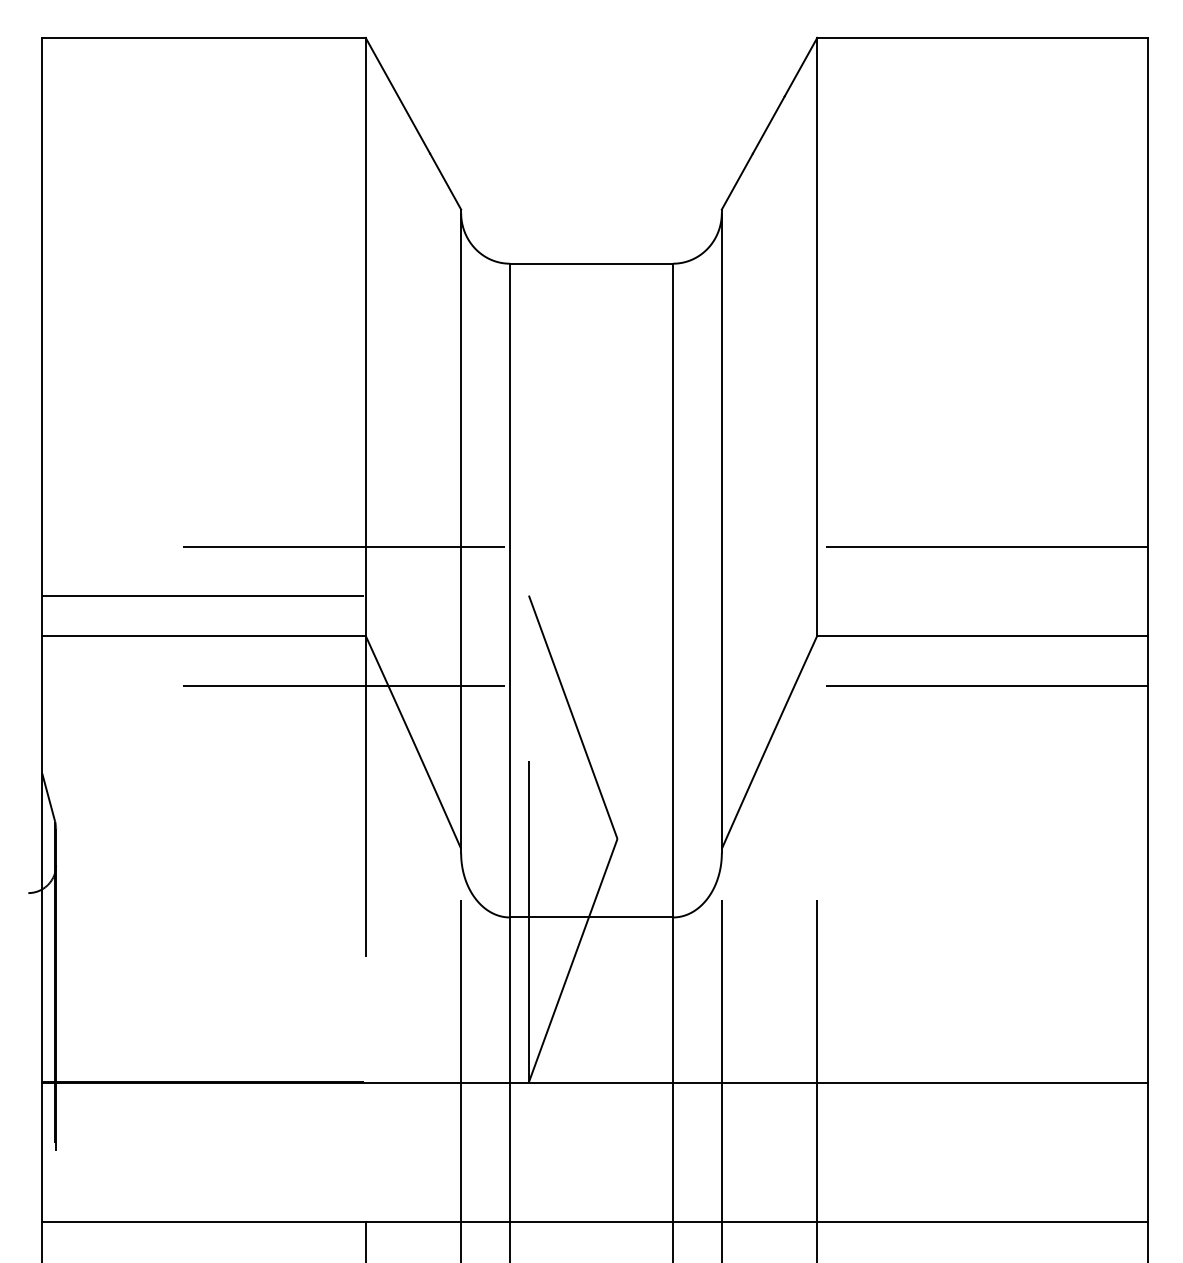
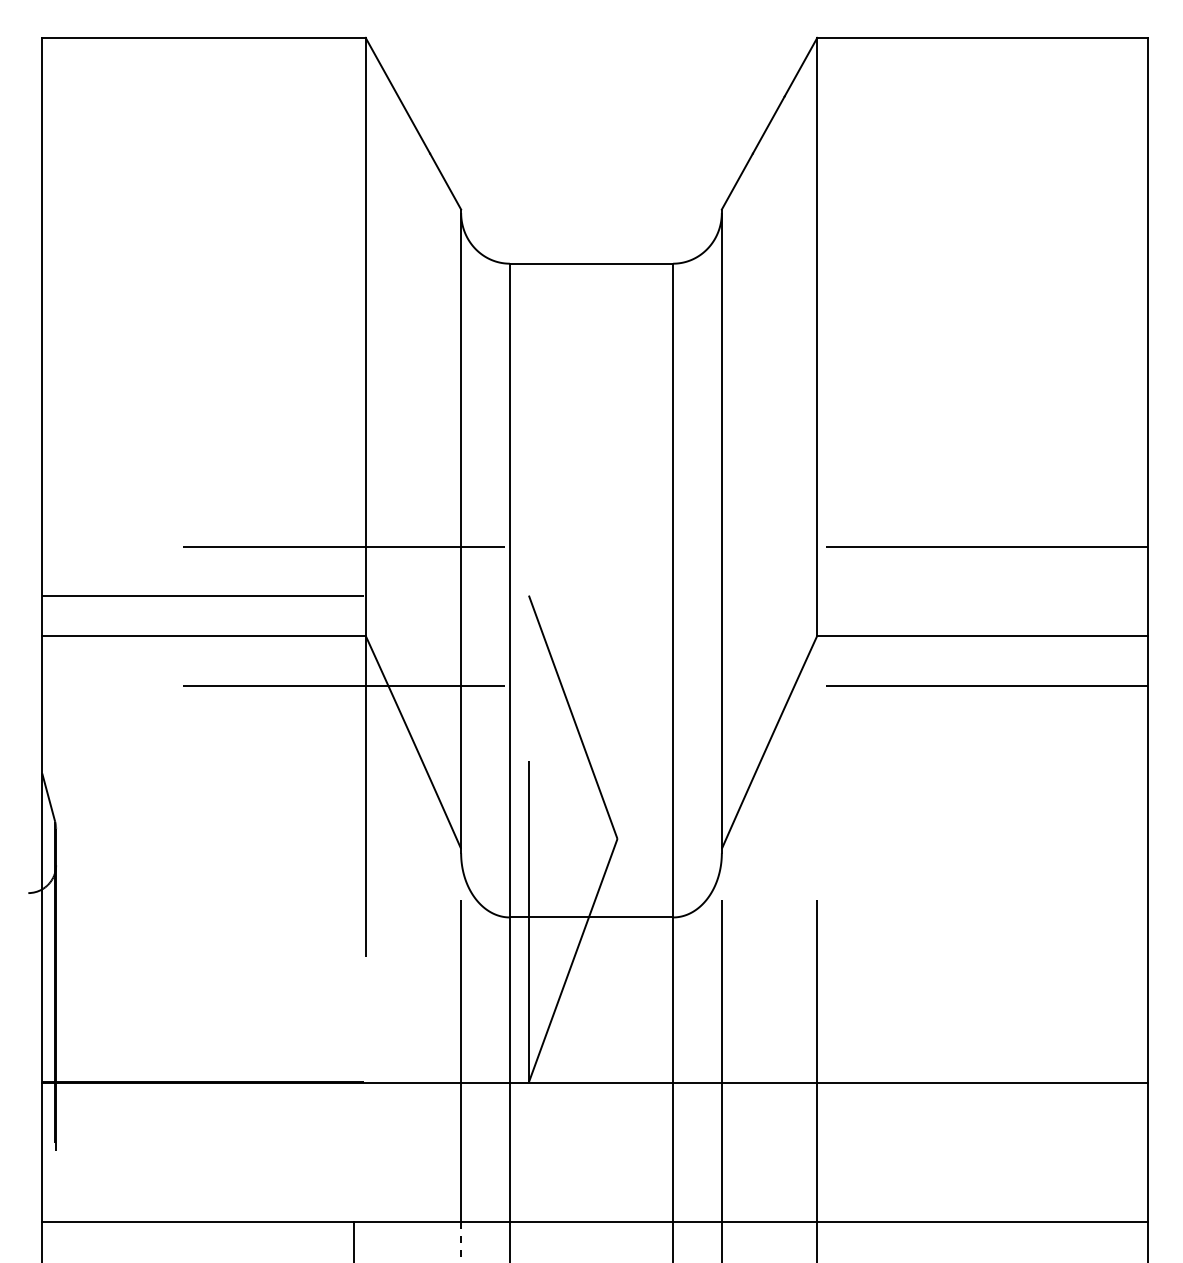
line at (365, 1240) position: (365, 1240) -> (353, 1240)
line at (461, 1242): solid -> dashed
